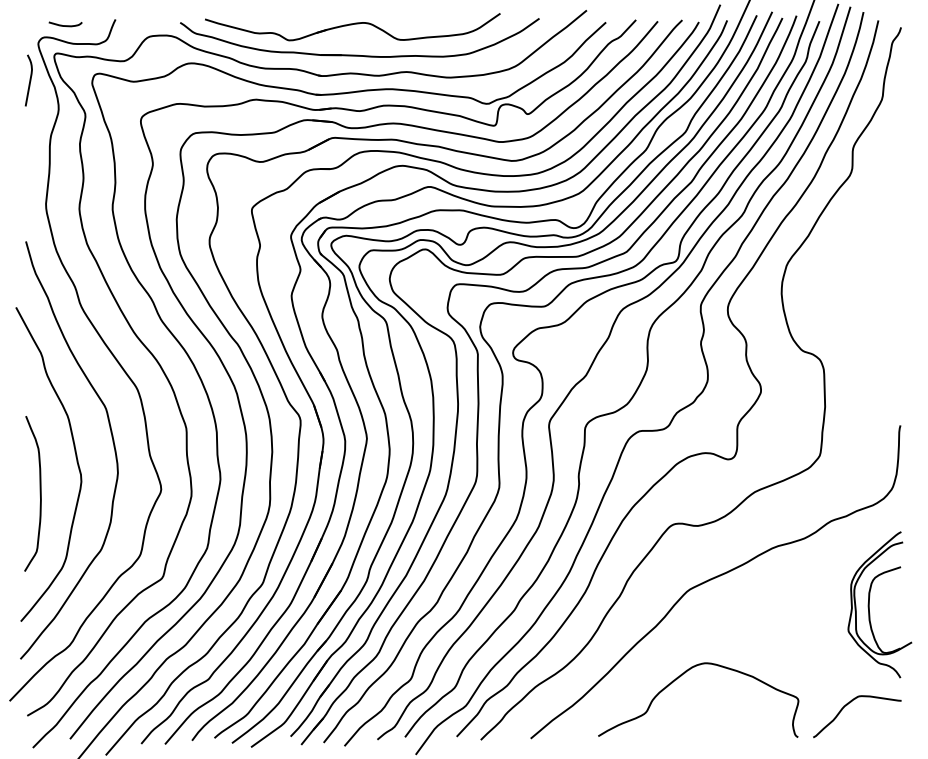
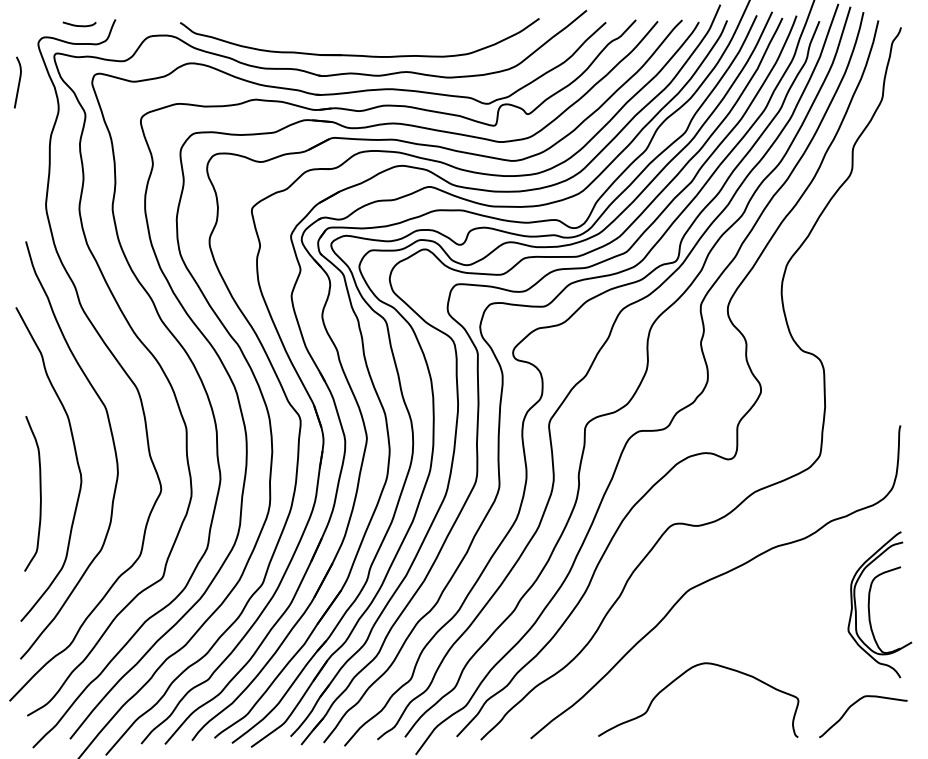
curve at (65, 25) position: (65, 25) -> (79, 25)
part at (352, 27): present -> none
curve at (29, 80) position: (29, 80) -> (18, 82)
curve at (847, 705) position: (847, 705) -> (853, 705)
